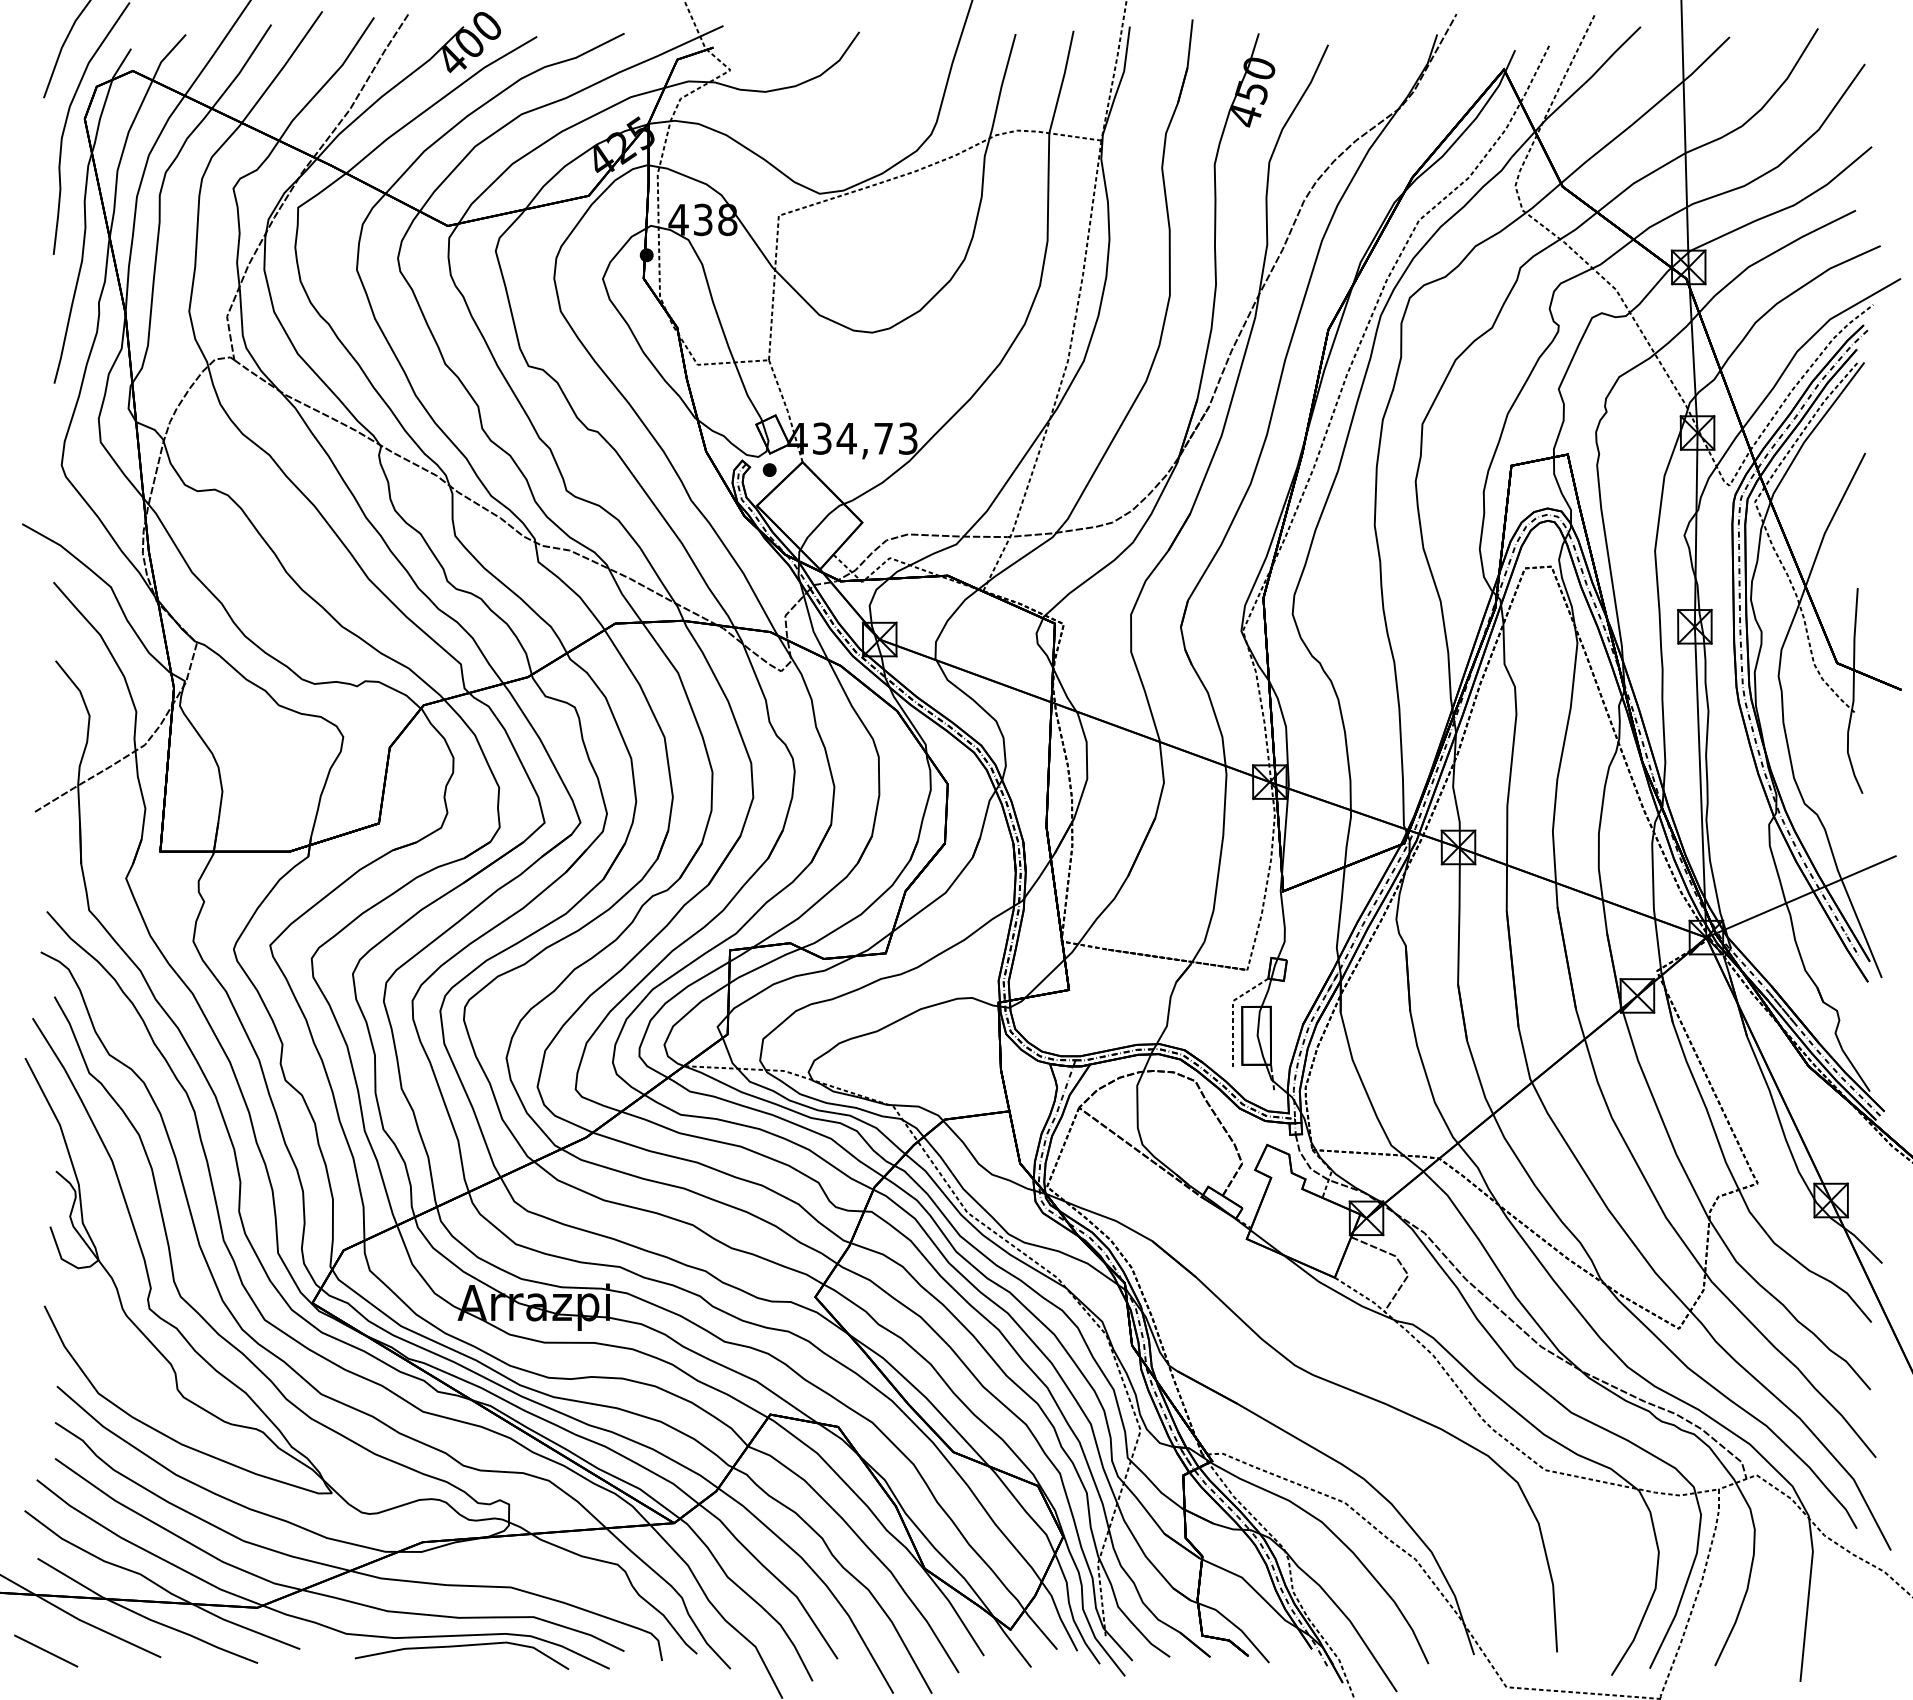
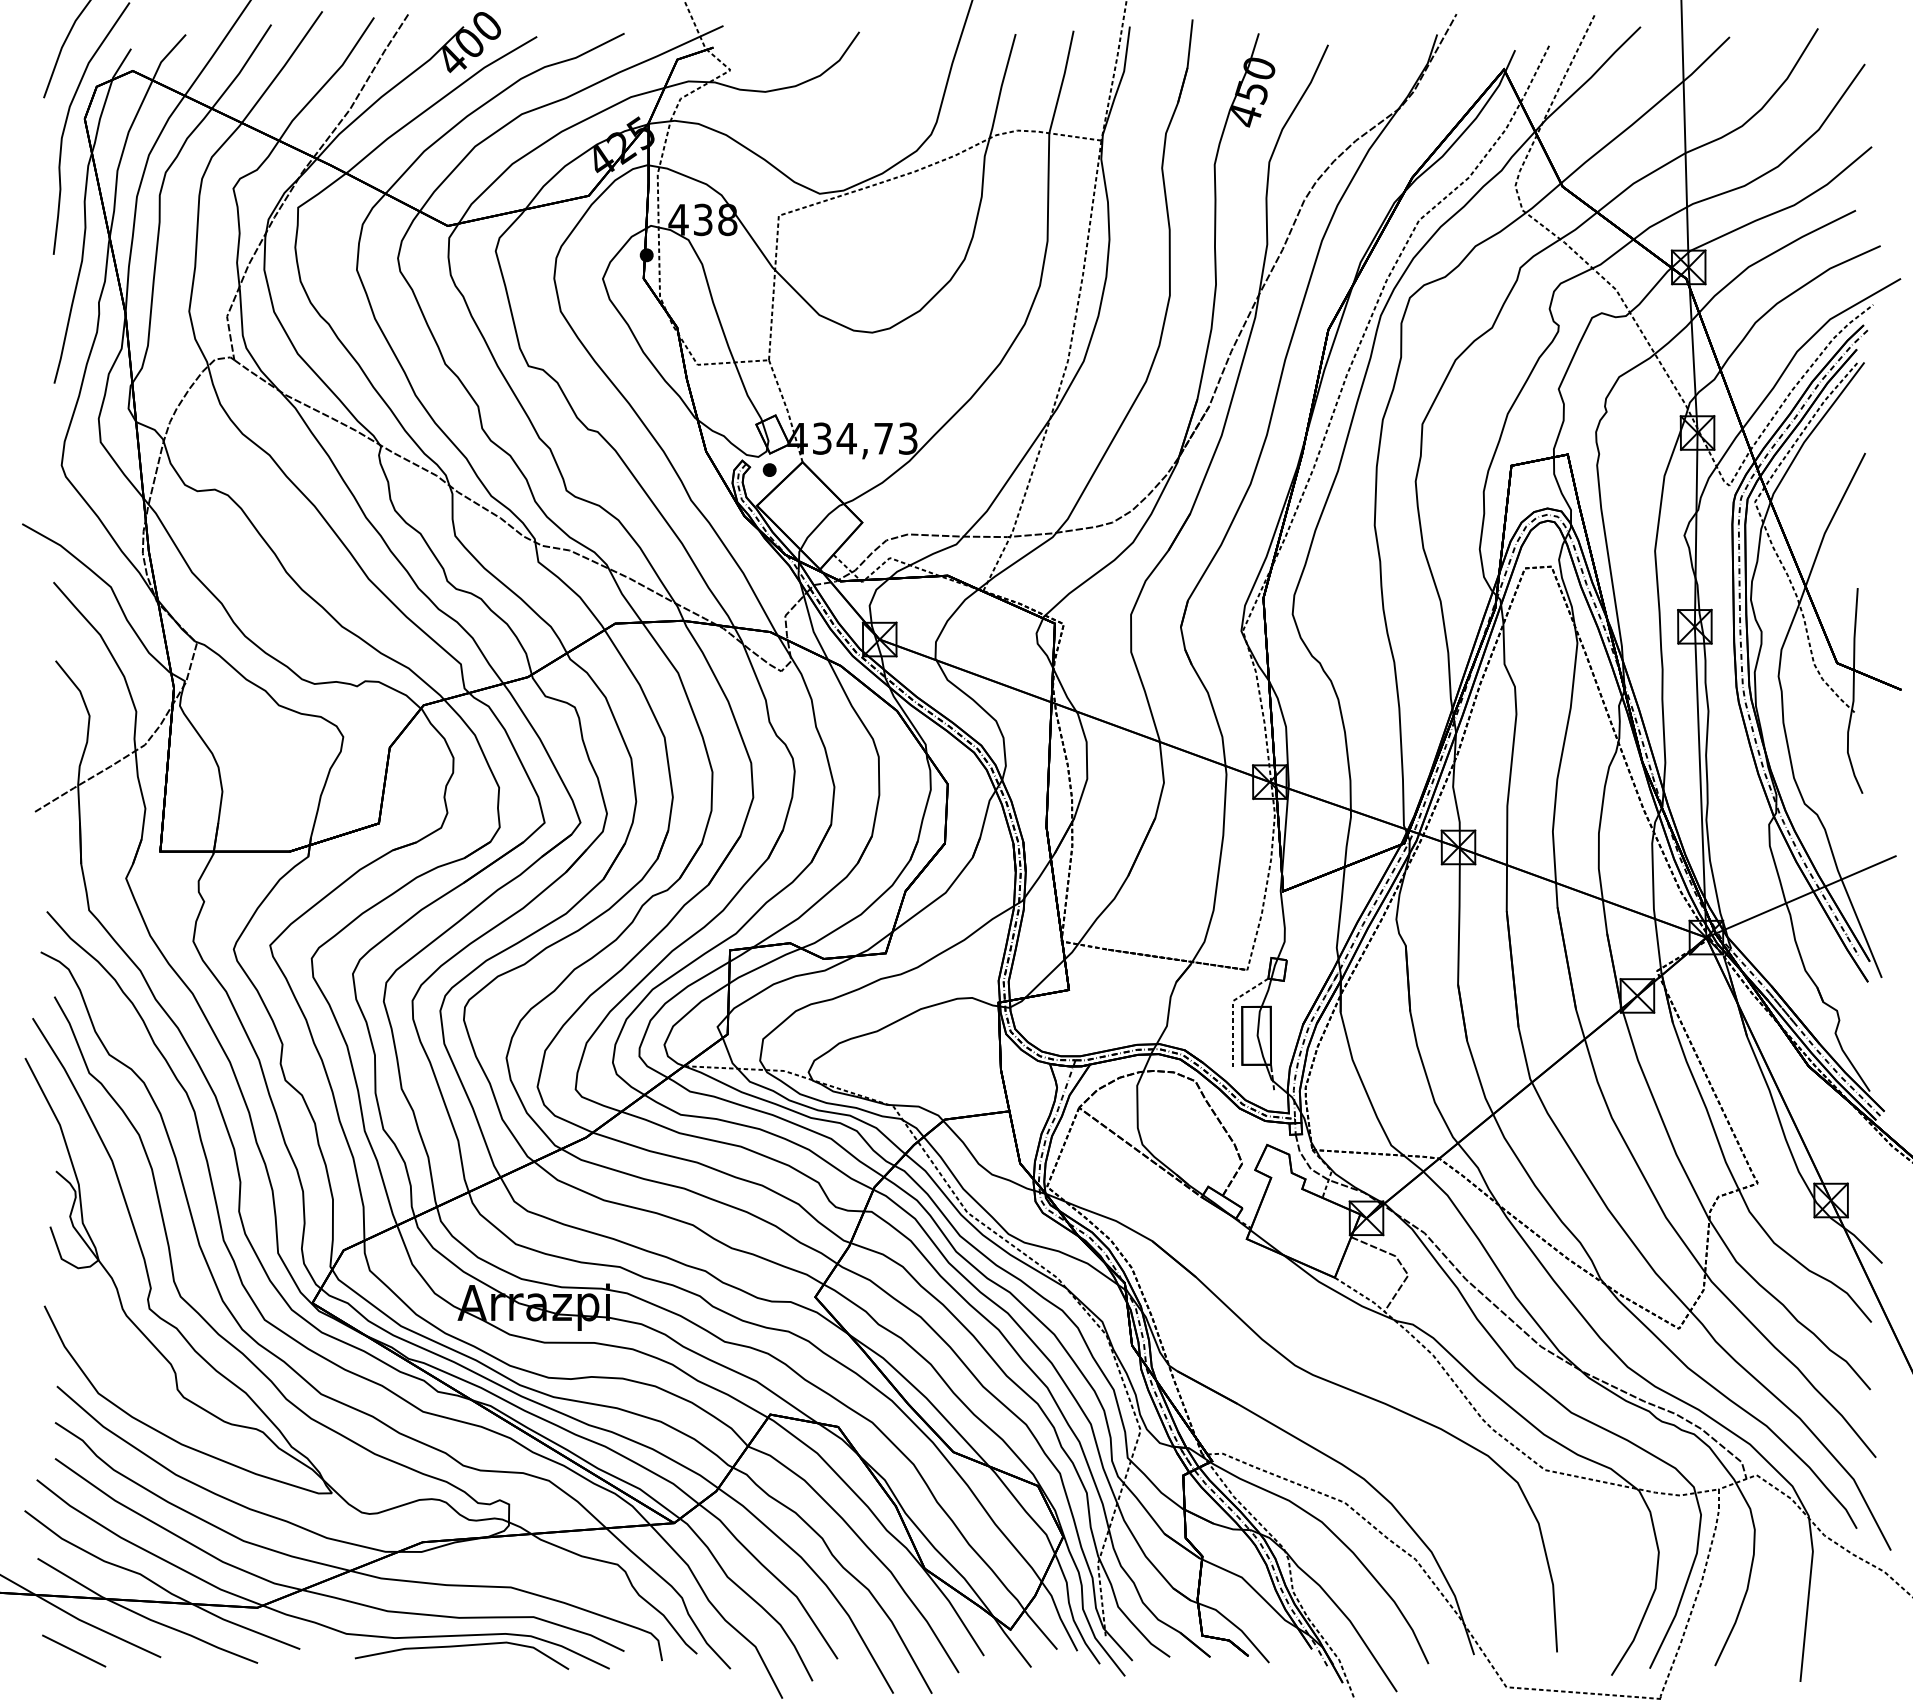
line at (46, 1650) position: (46, 1650) -> (74, 1650)
